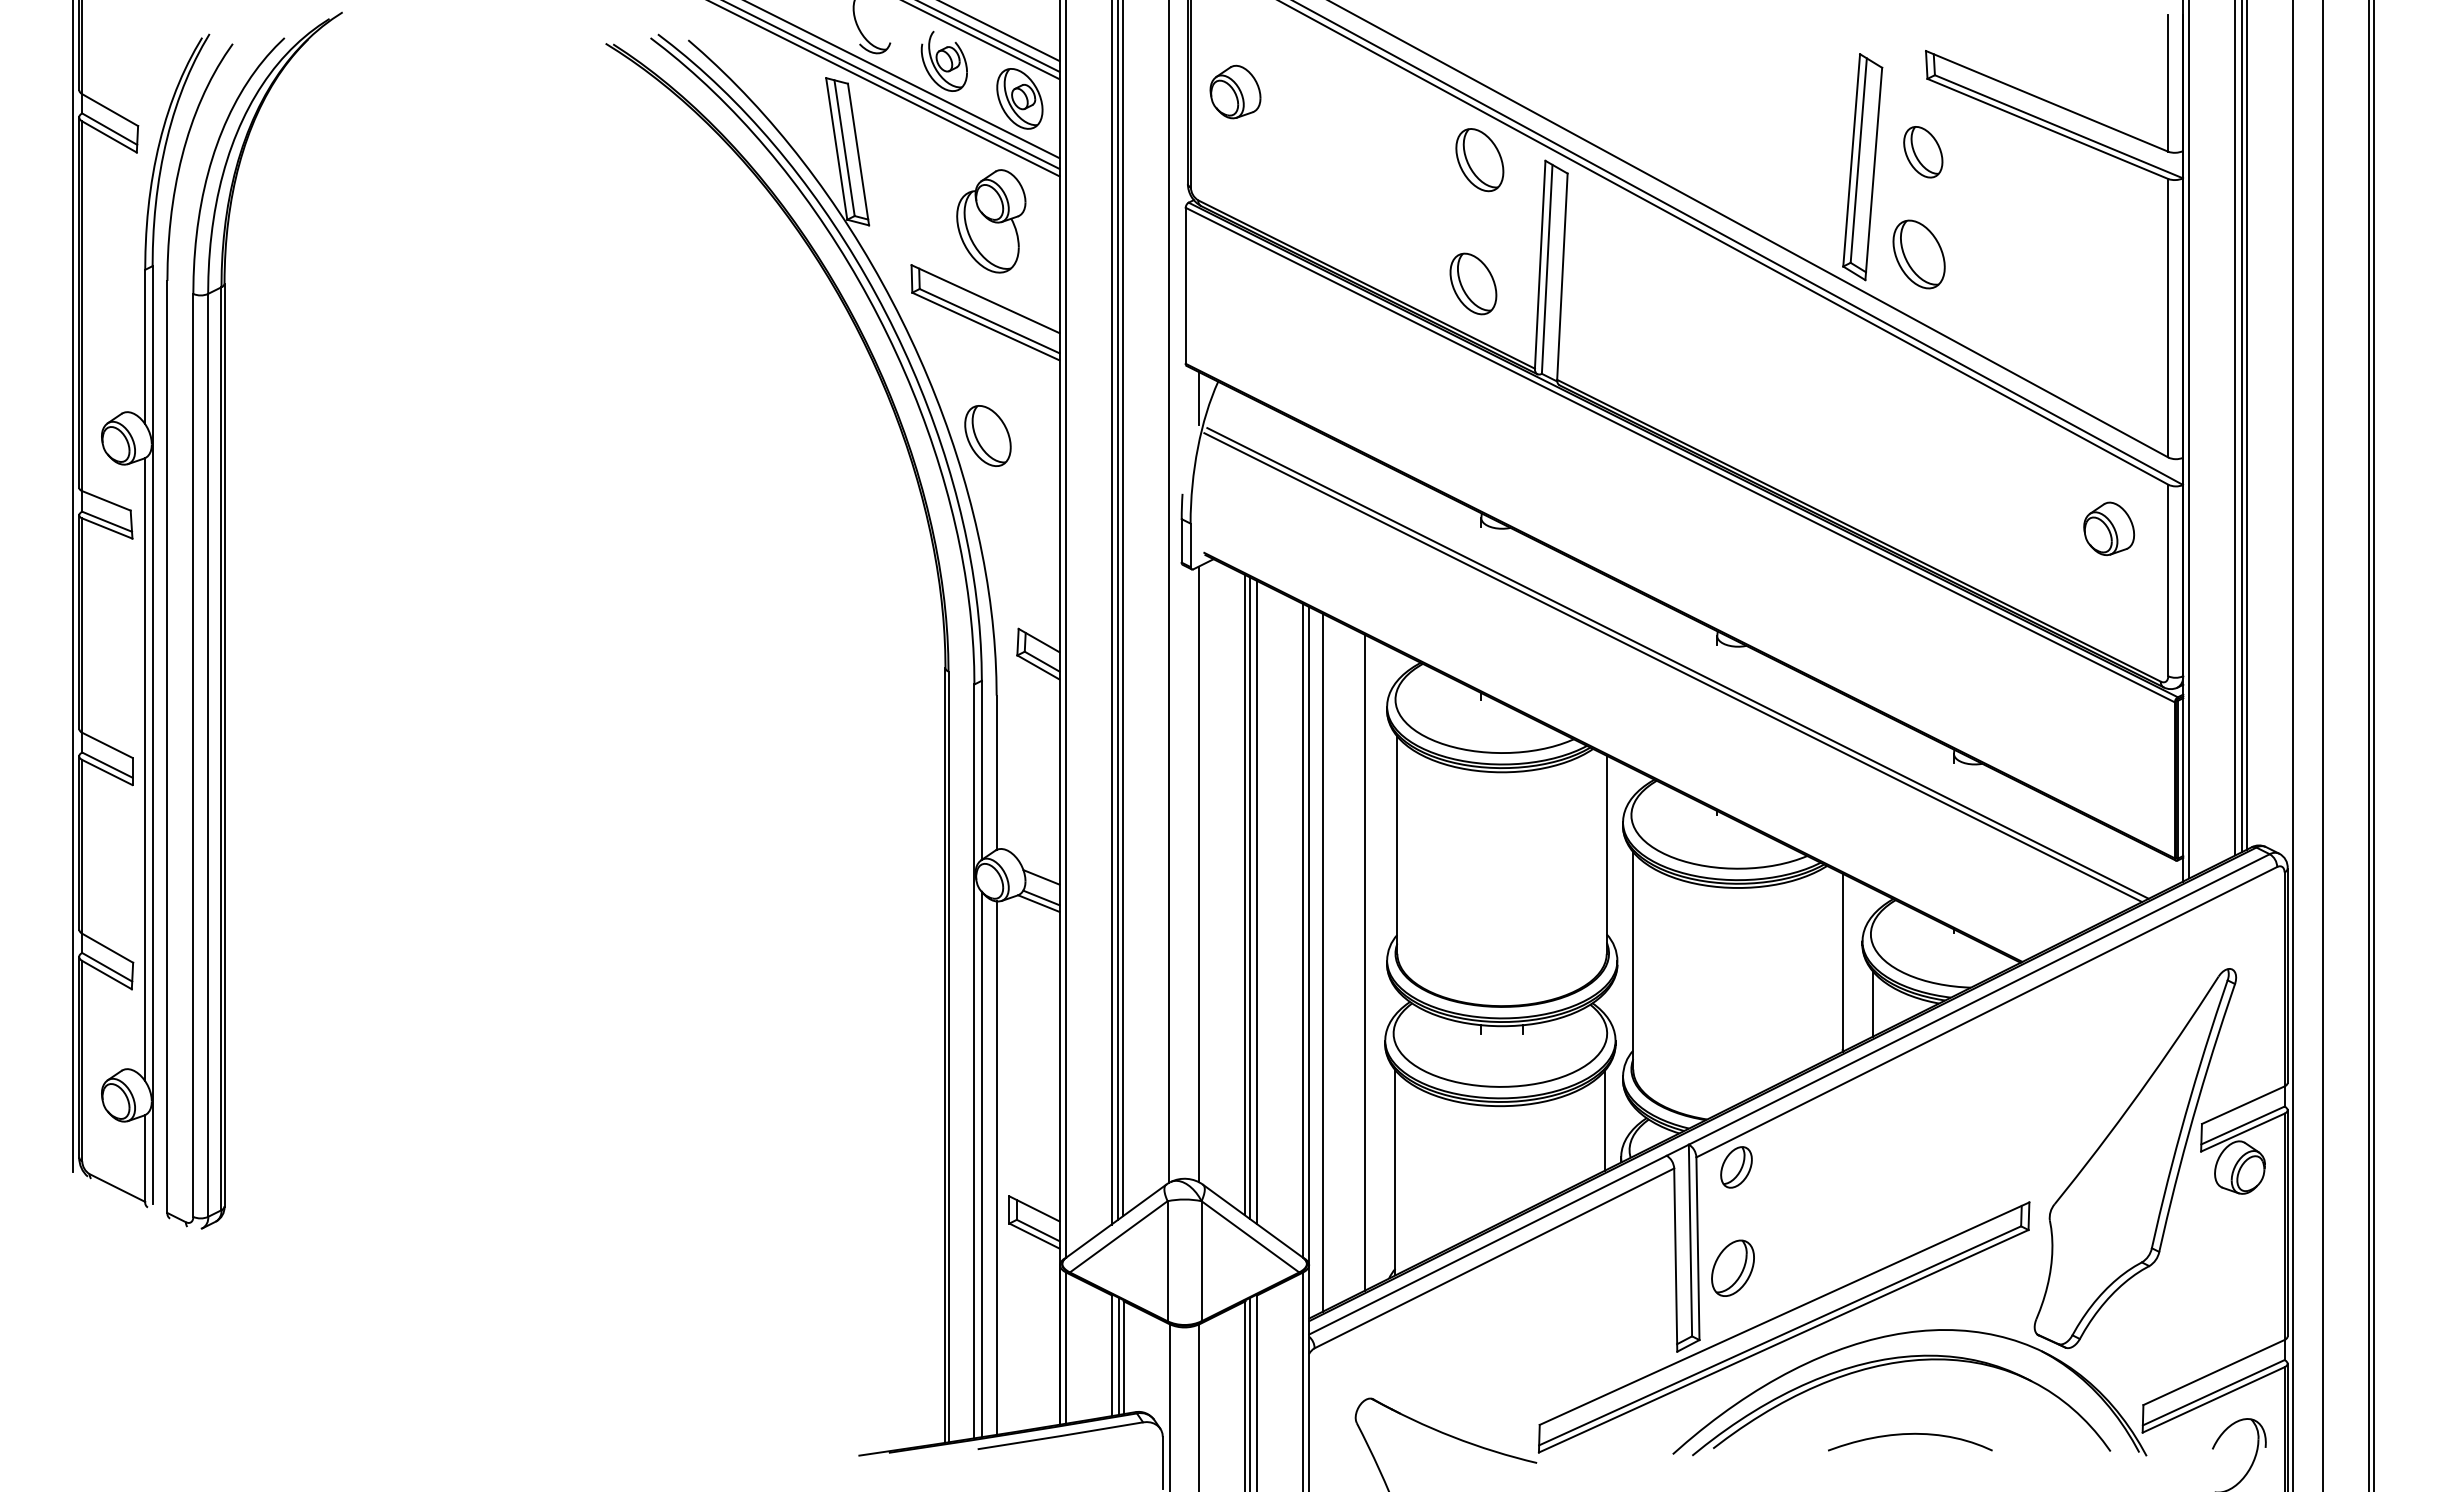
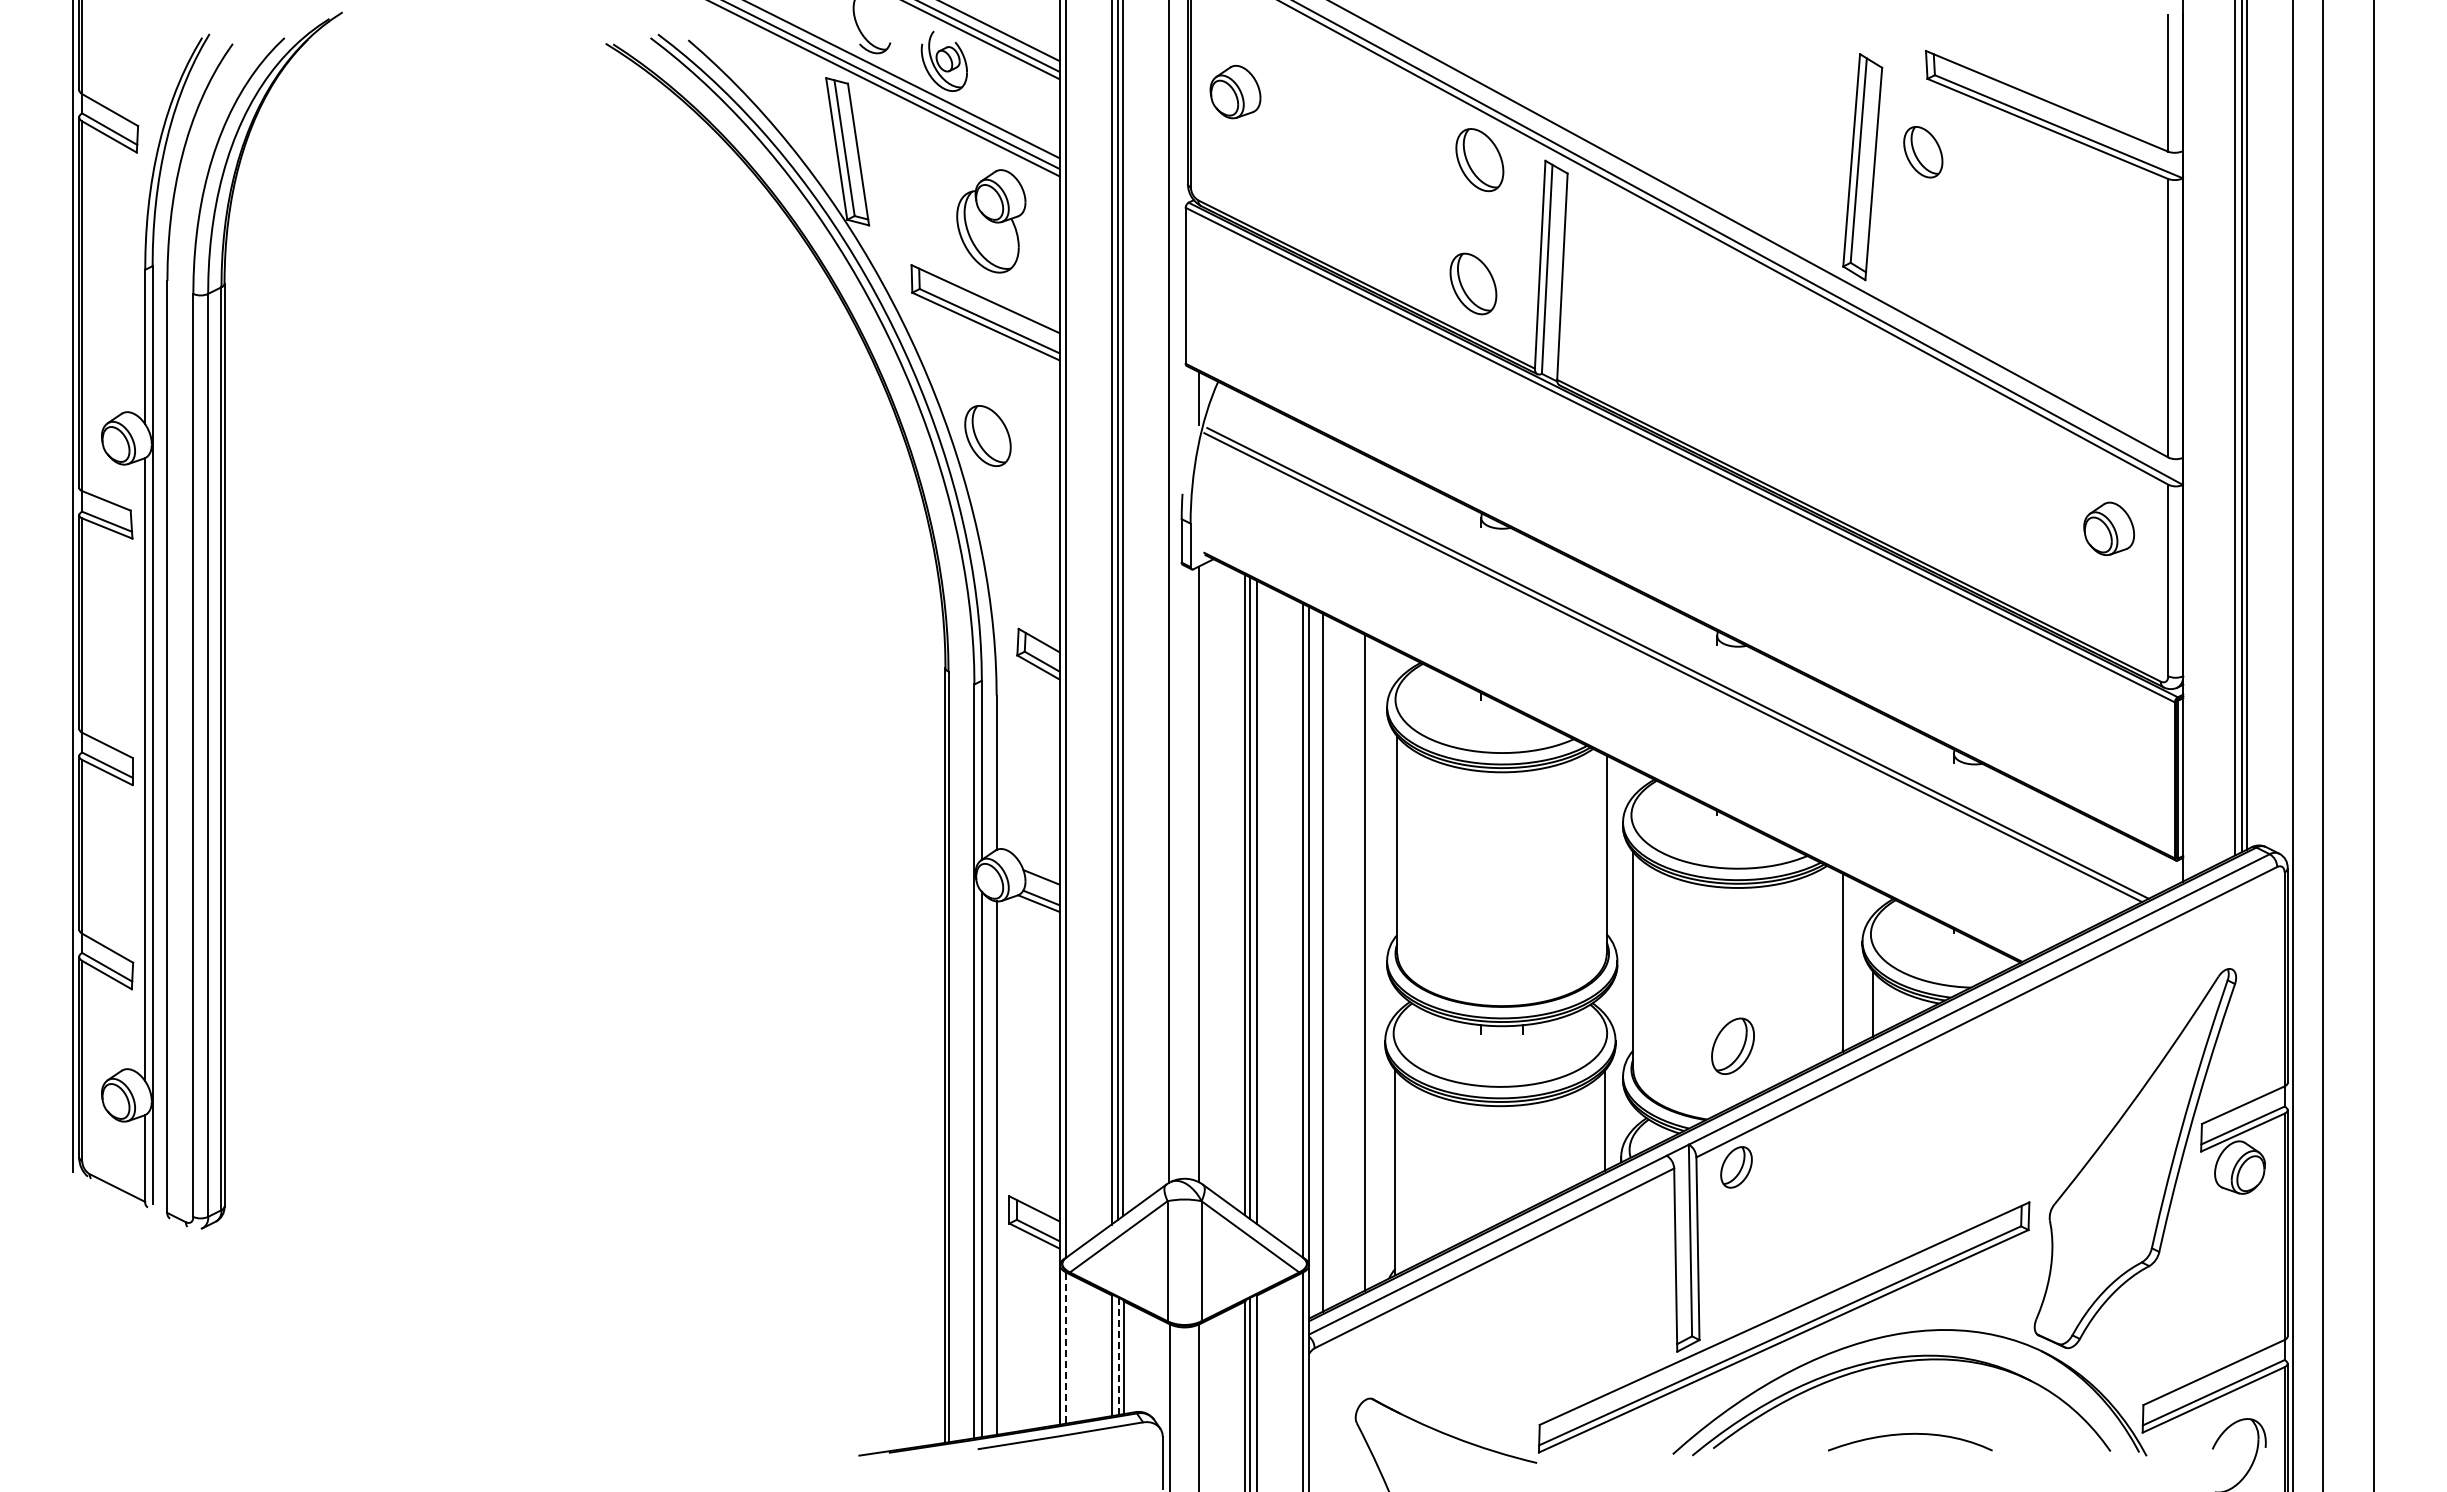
part at (1019, 98): present -> none
part at (1918, 254): present -> none
line at (2189, 440): present -> none
line at (2368, 745): present -> none
part at (1732, 1267) position: (1732, 1267) -> (1732, 1045)
line at (1066, 1348): solid -> dashed
line at (1118, 1356): solid -> dashed
